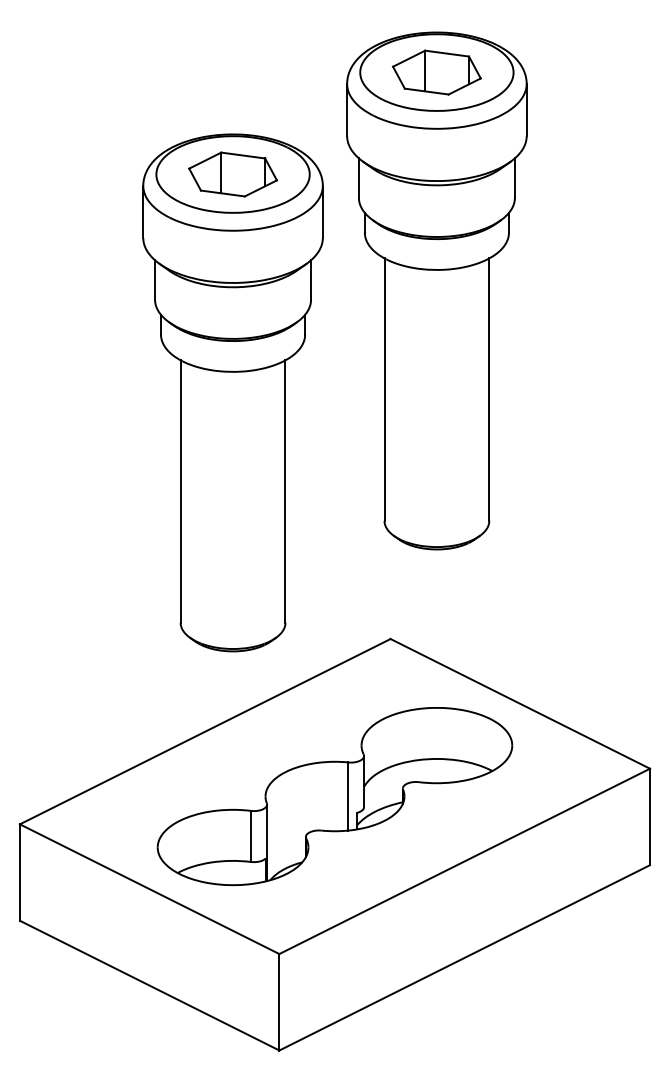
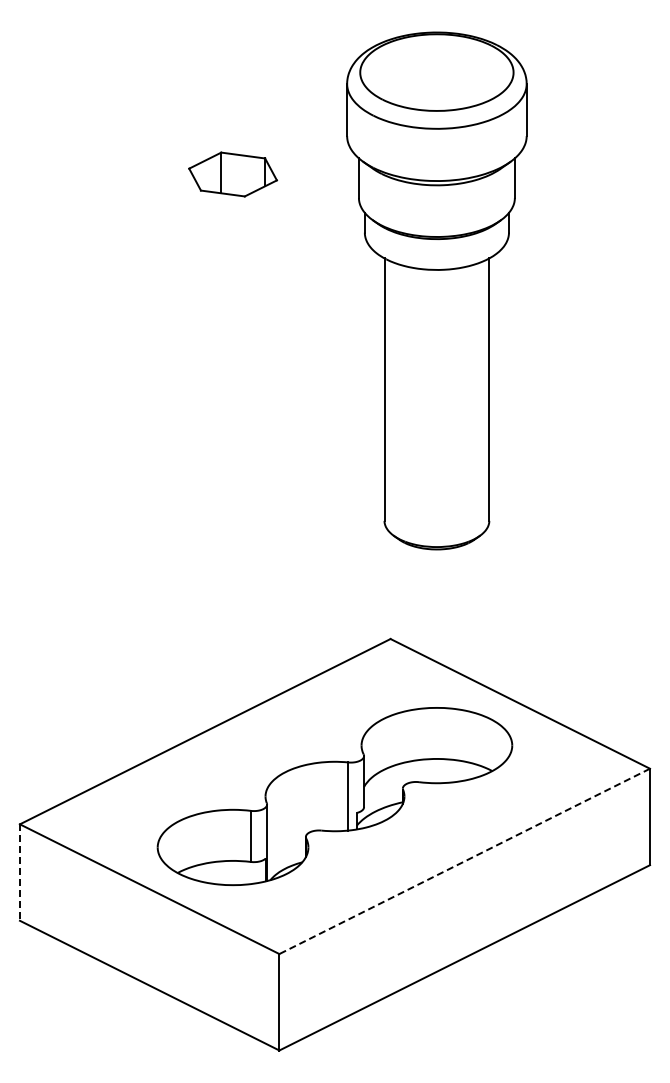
part at (436, 72): present -> none
part at (232, 392): present -> none
line at (464, 861): solid -> dashed
line at (19, 873): solid -> dashed
